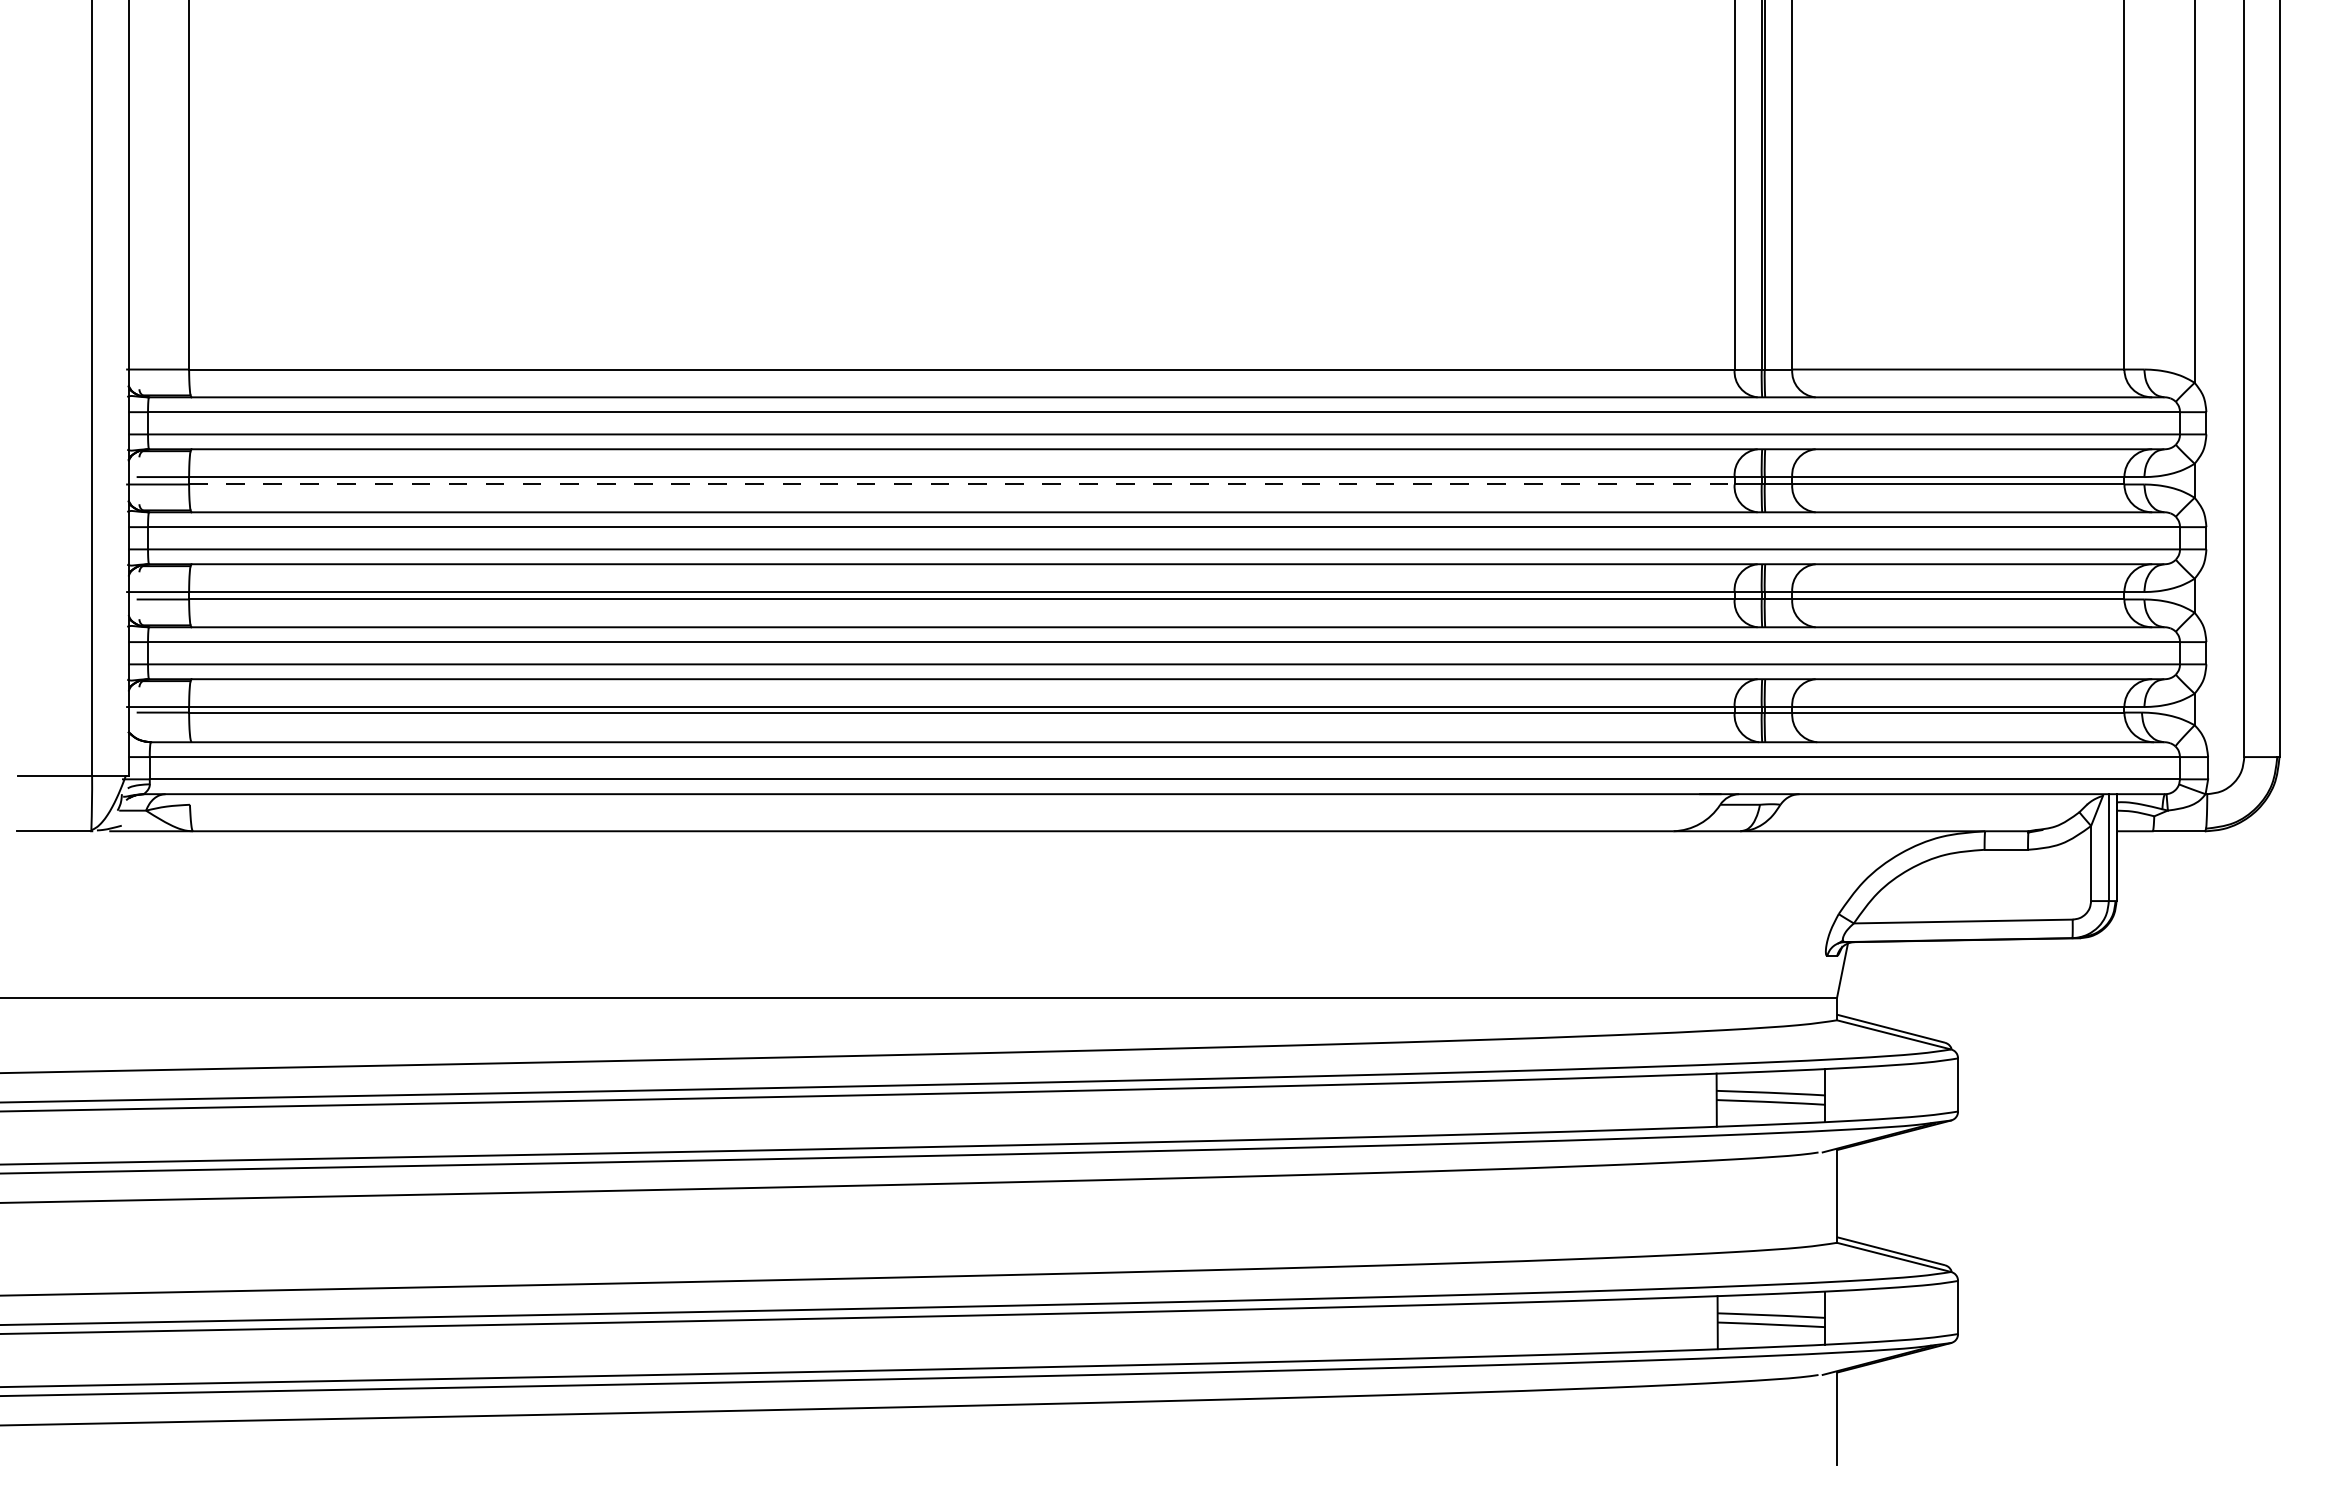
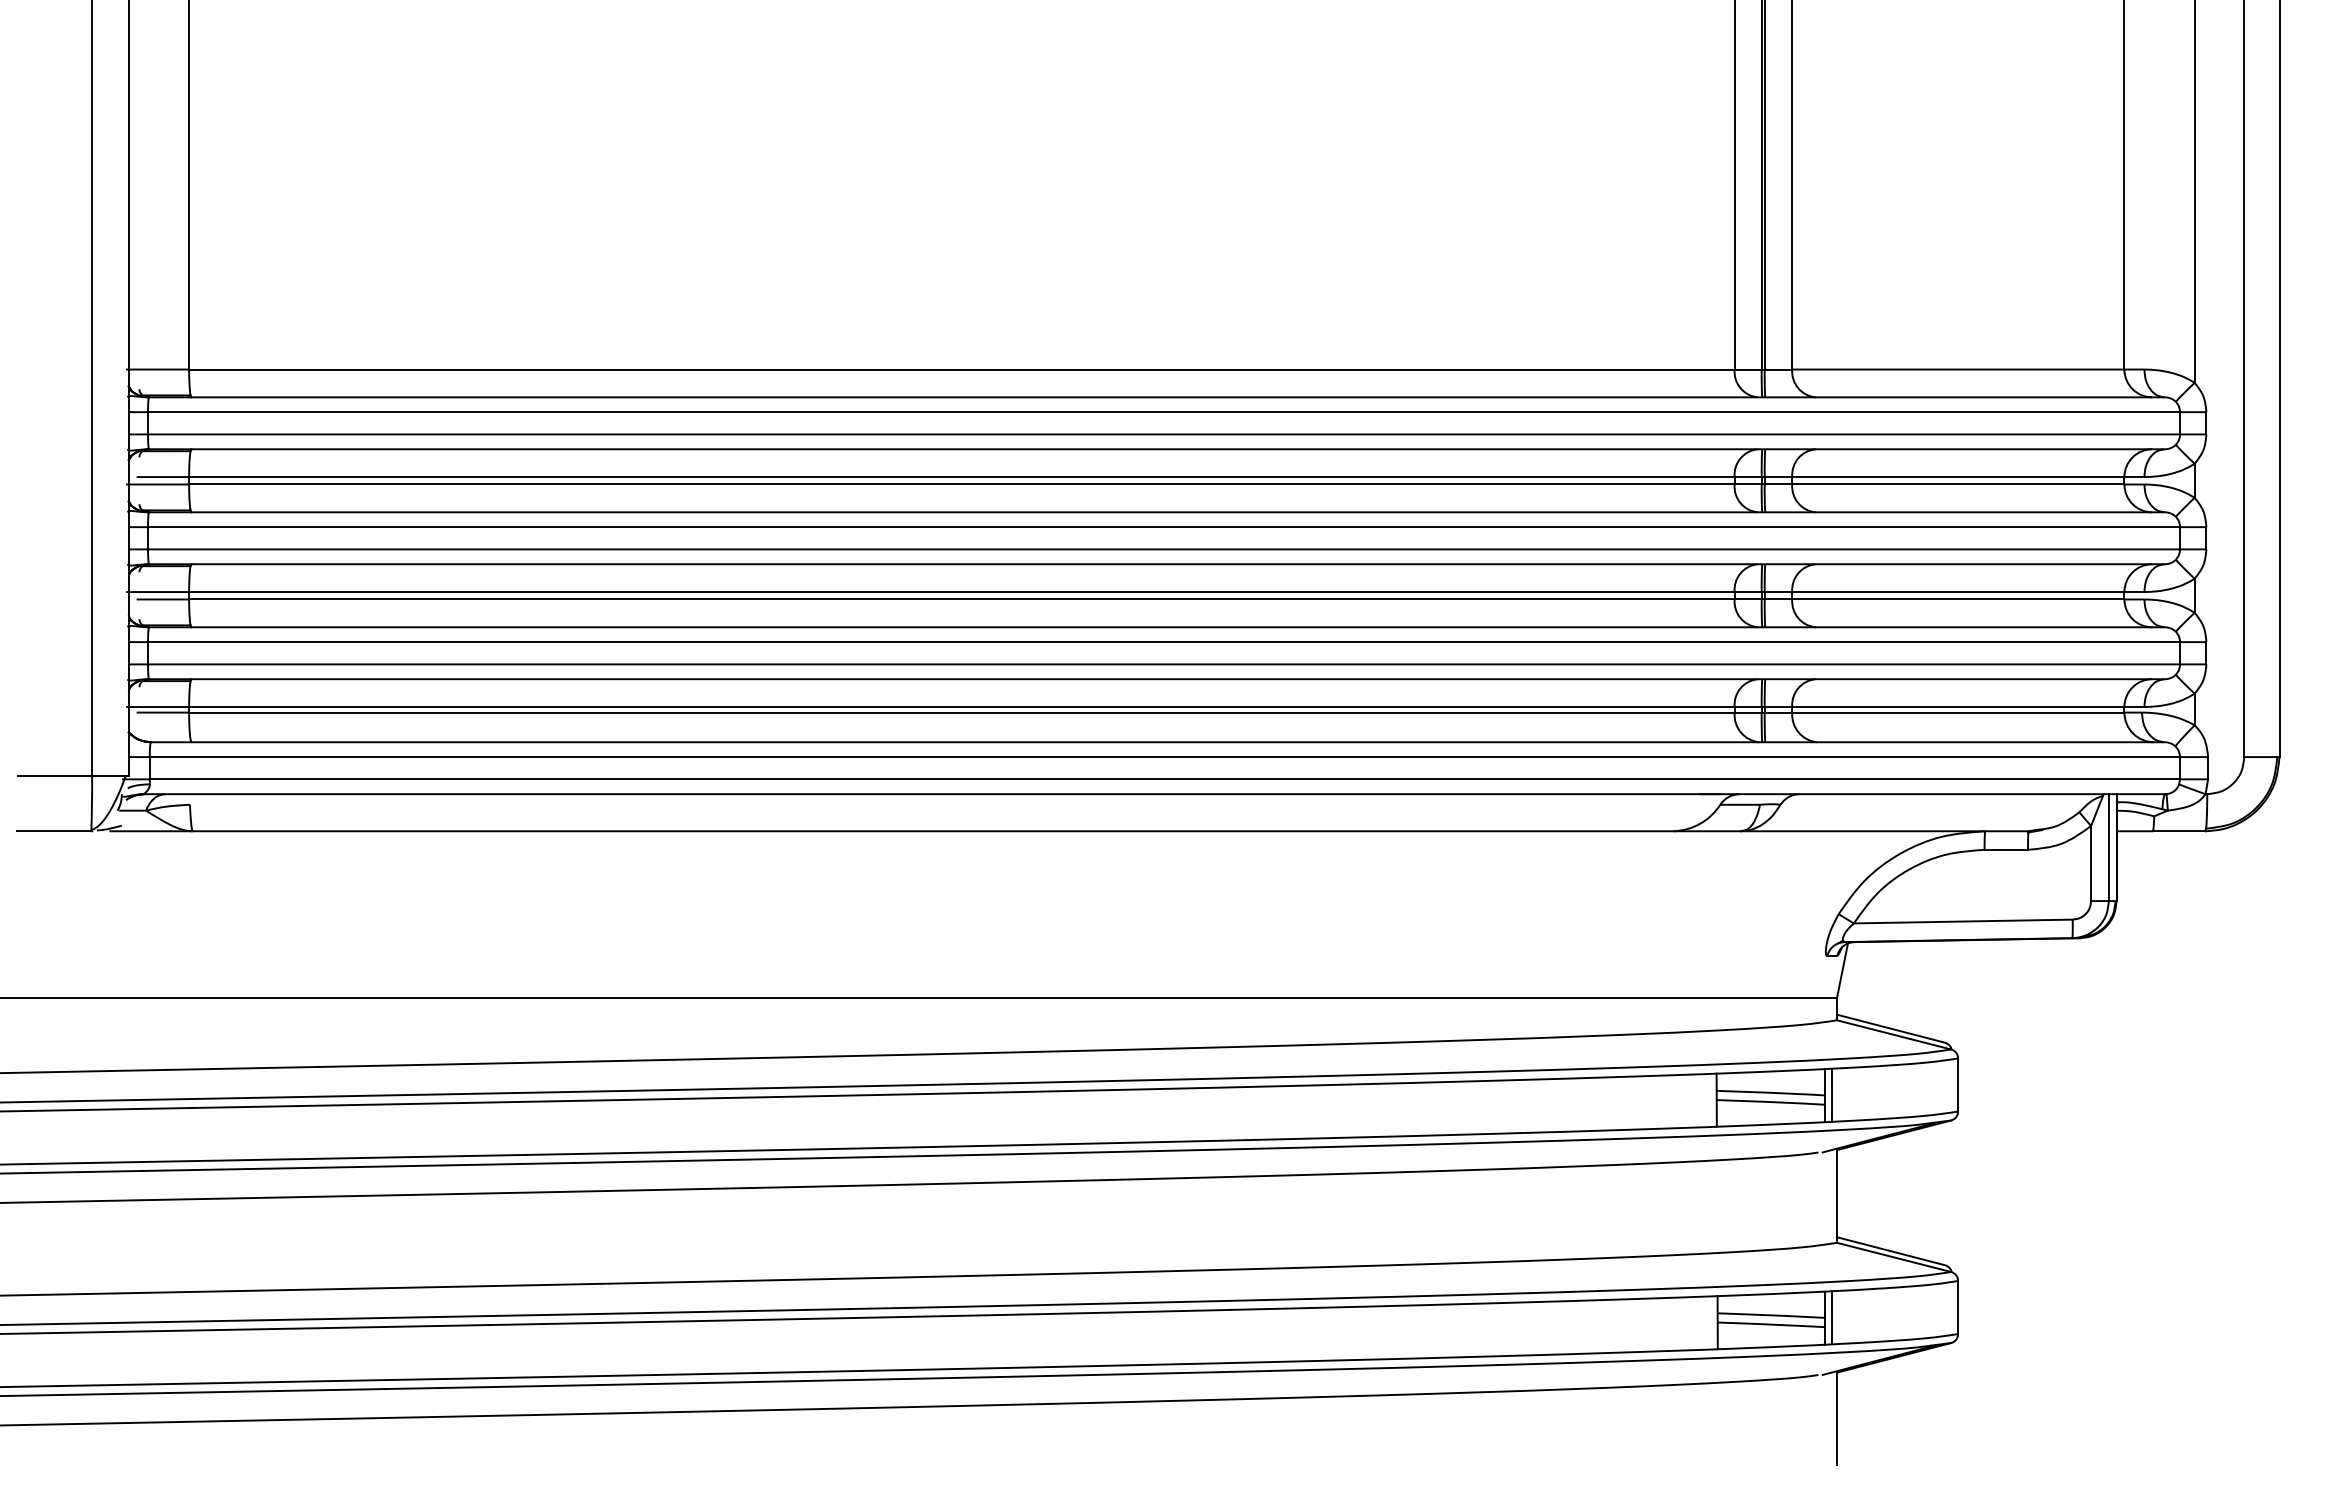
line at (961, 484): dashed -> solid
line at (1831, 1094): none -> present
line at (1831, 1317): none -> present
